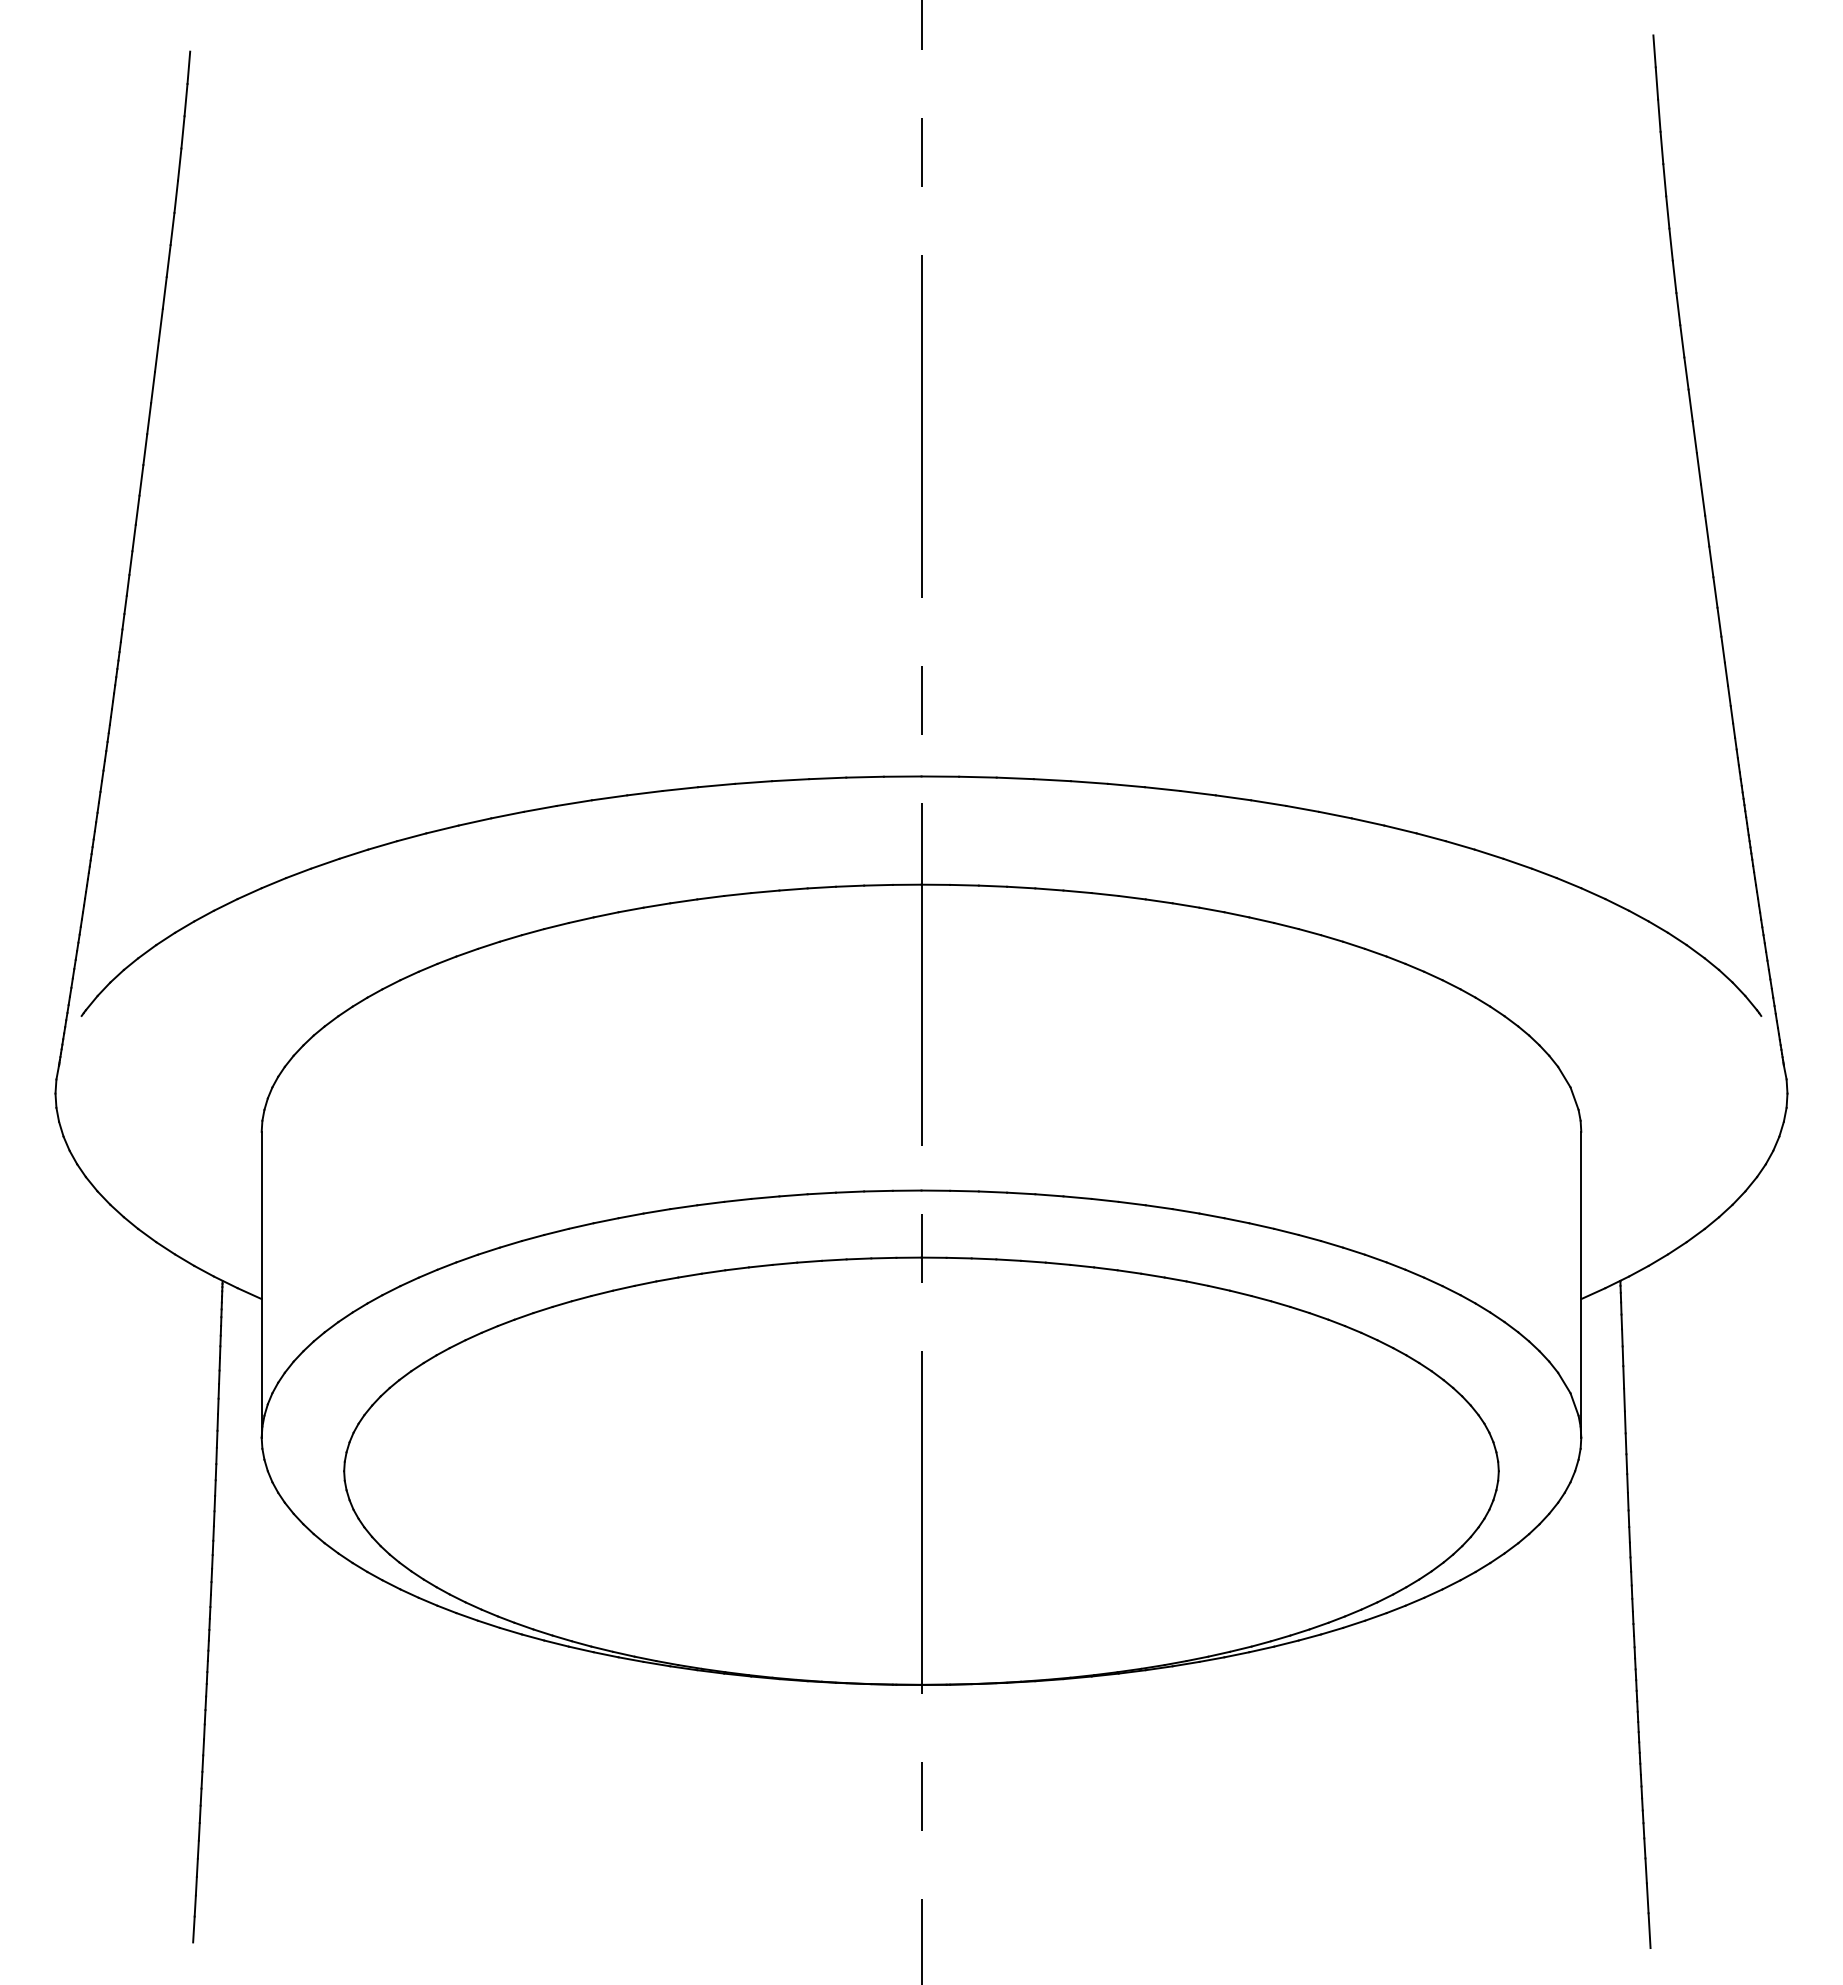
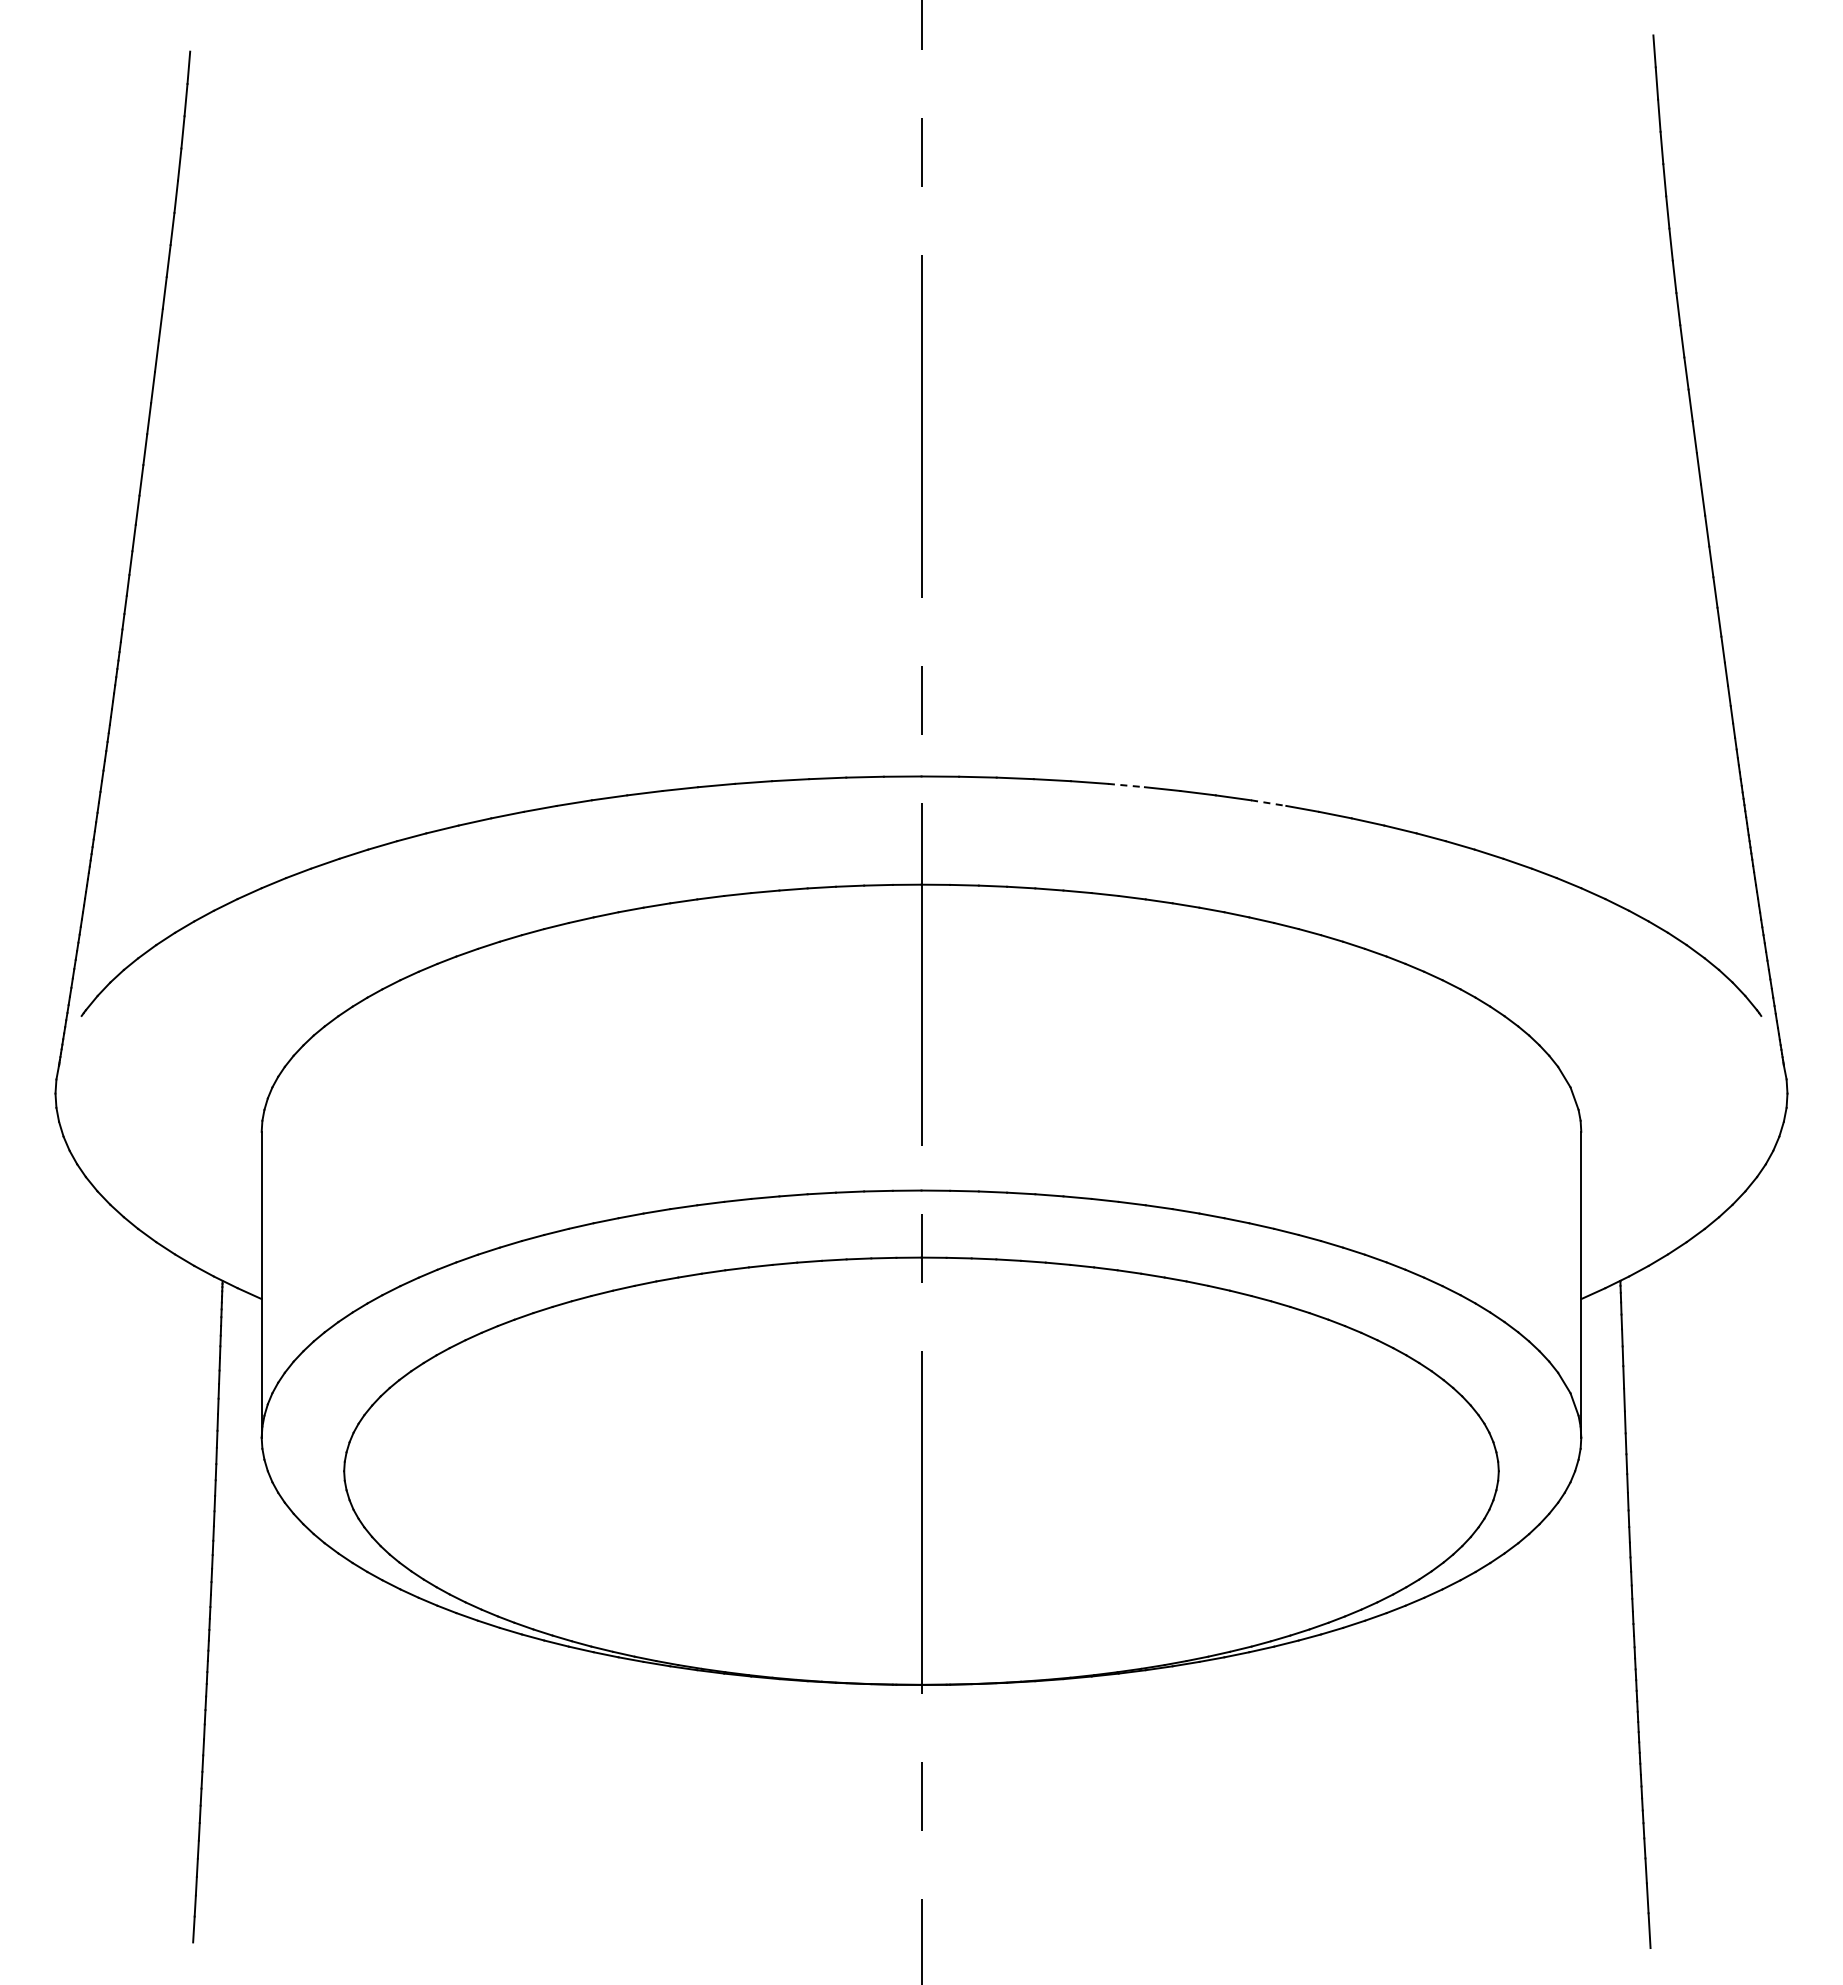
line at (1126, 785): solid -> dashed
line at (1268, 803): solid -> dashed
